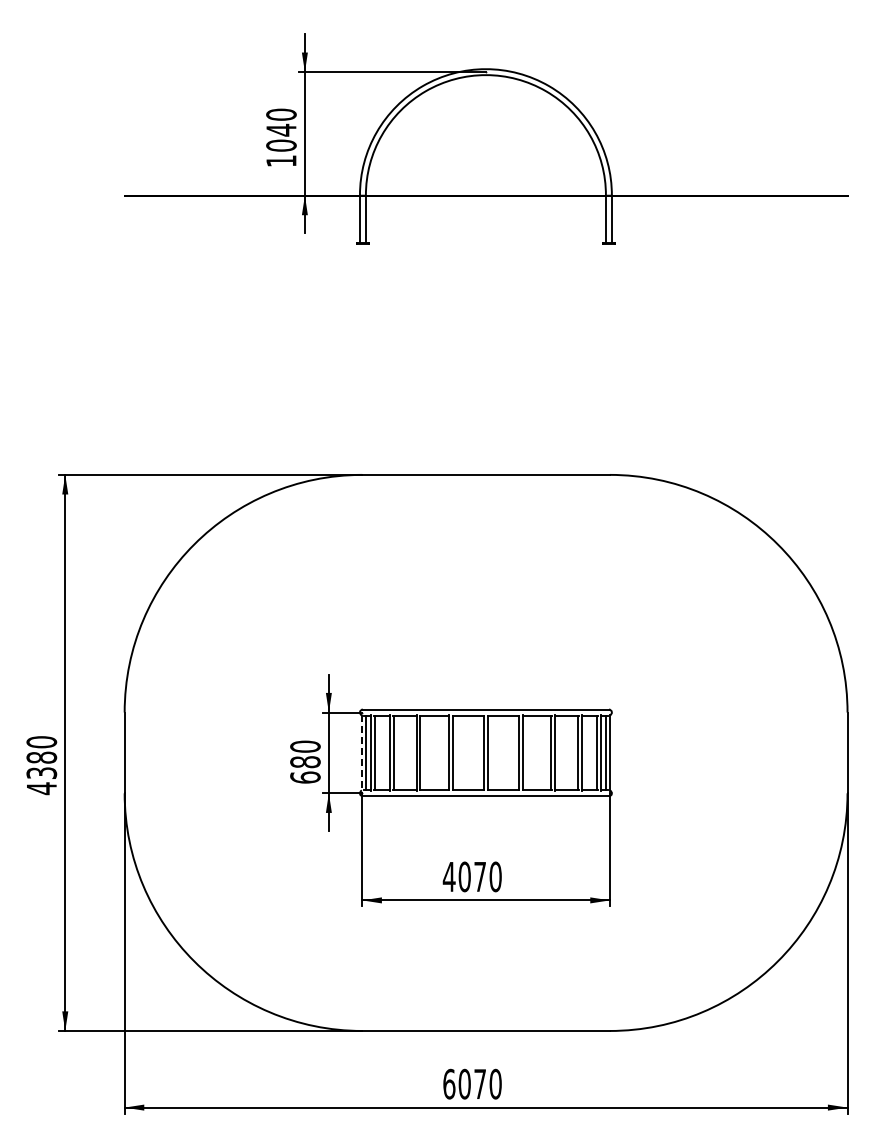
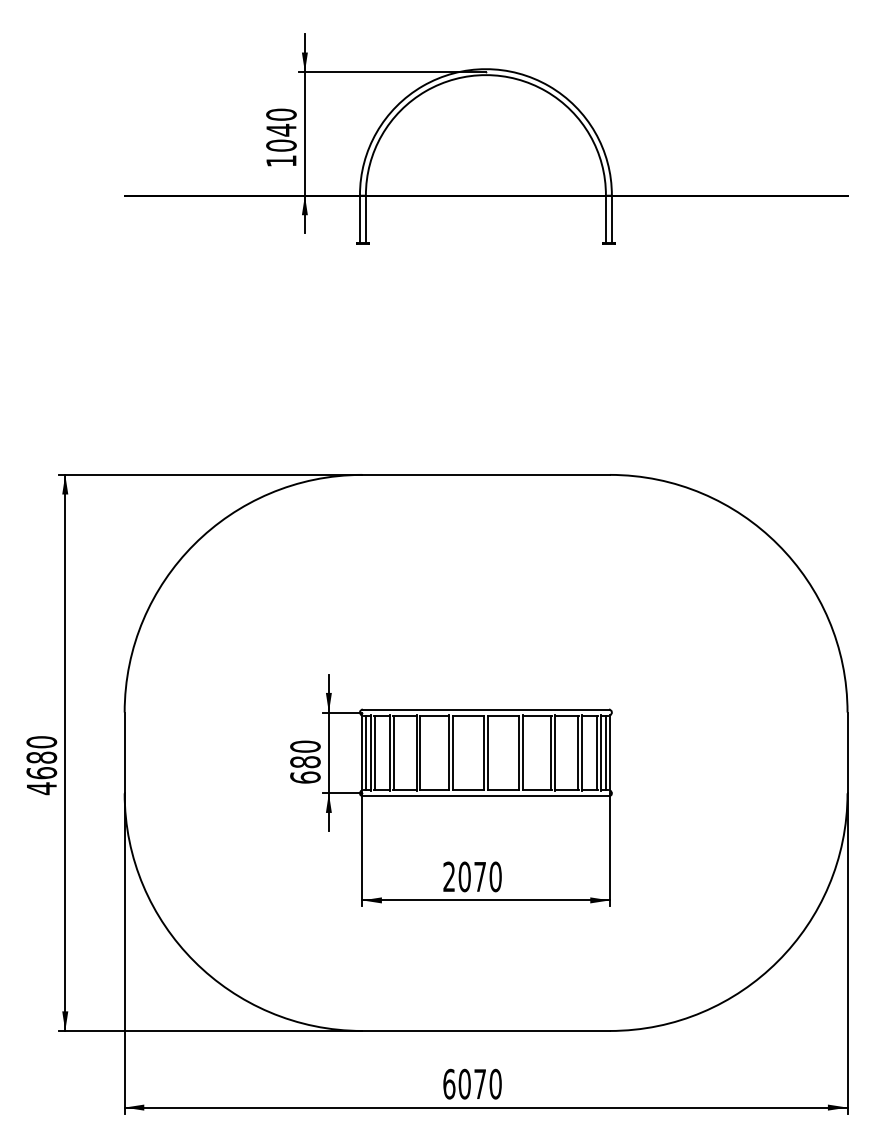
line at (361, 753): dashed -> solid
text at (41, 773): 4380 -> 4680
text at (448, 876): 4070 -> 2070
